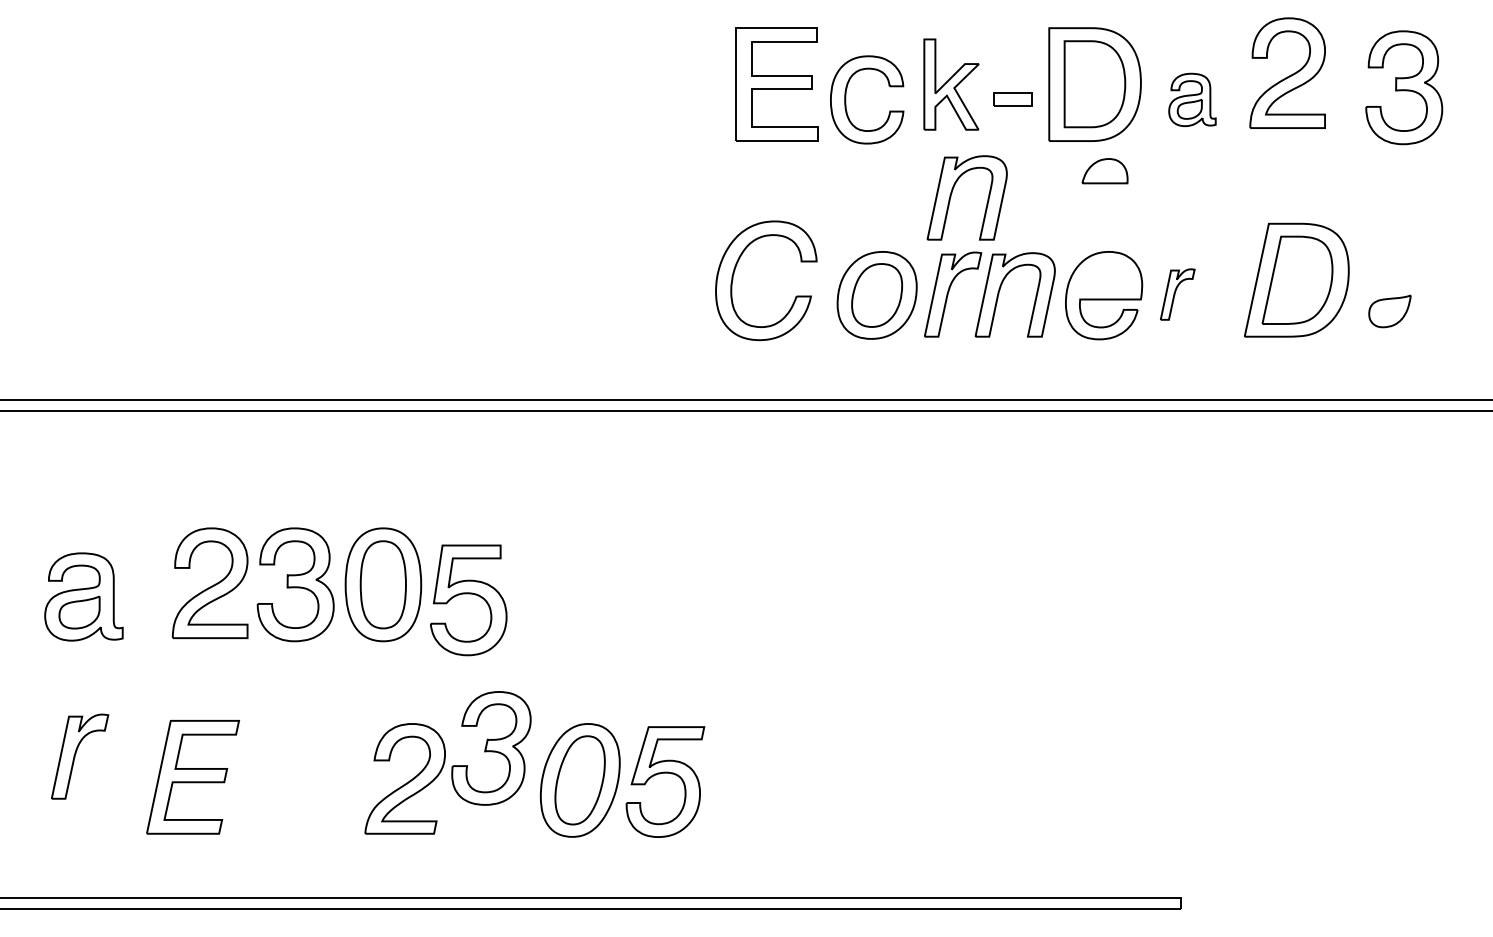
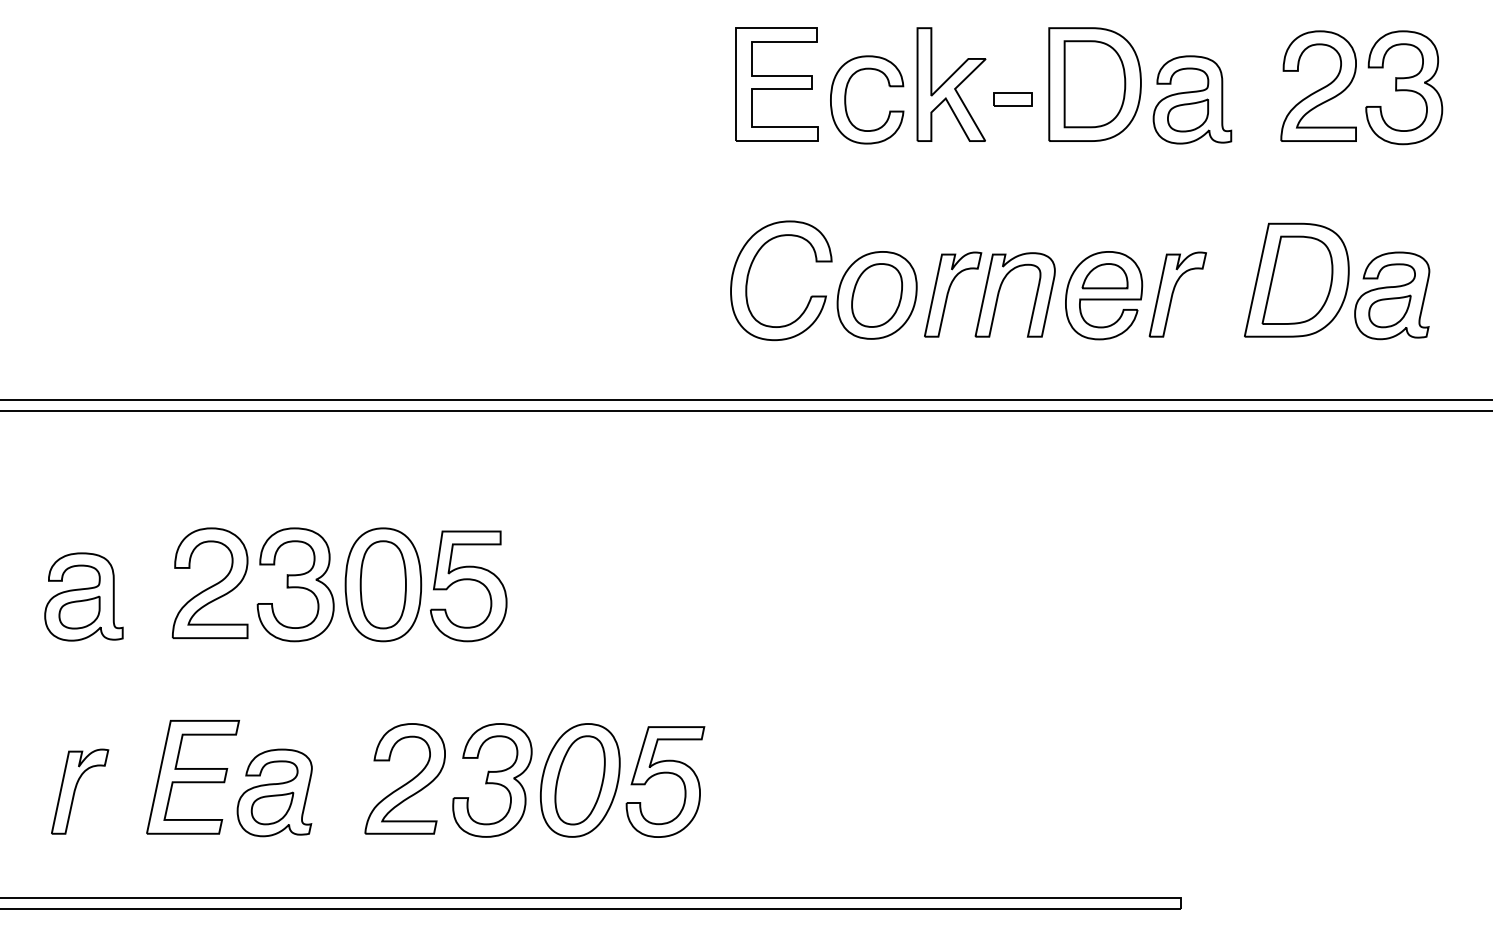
part at (1287, 72) position: (1287, 72) -> (1318, 85)
part at (951, 84) size: 57x93 px -> 71x115 px
part at (1192, 99) size: 49x56 px -> 81x90 px
part at (1104, 171) position: (1104, 171) -> (1104, 276)
part at (952, 193): present -> none
part at (734, 274) position: (734, 274) -> (749, 274)
part at (1177, 294) size: 36x53 px -> 59x87 px
part at (1392, 295): none -> present
part at (468, 600) position: (468, 600) -> (468, 586)
part at (491, 748) position: (491, 748) -> (492, 780)
part at (80, 756) position: (80, 756) -> (80, 791)
part at (274, 792): none -> present
